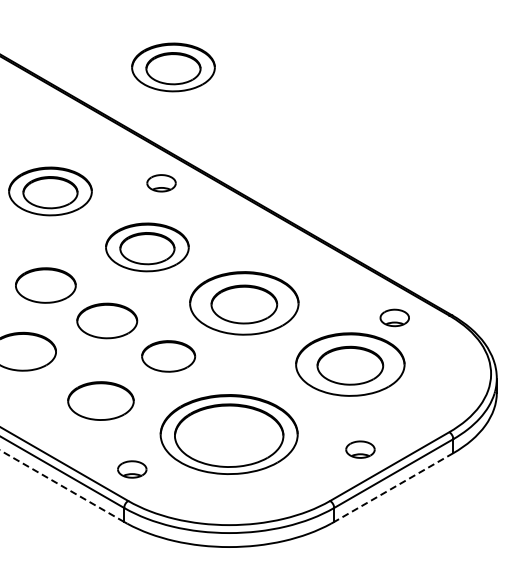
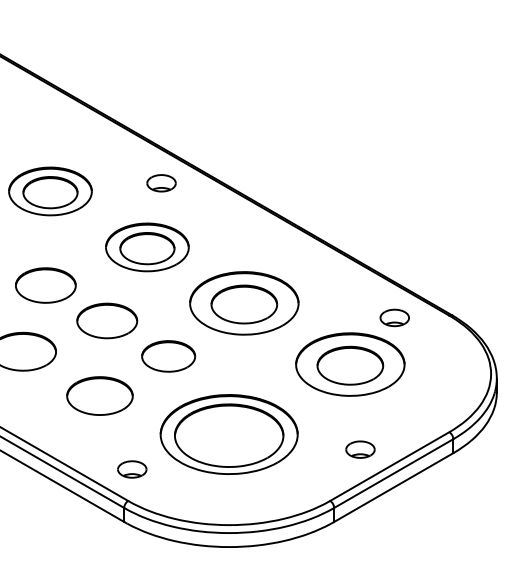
part at (173, 67): present -> none
part at (100, 400) position: (100, 400) -> (99, 395)
line at (61, 485): dashed -> solid
line at (393, 487): dashed -> solid
